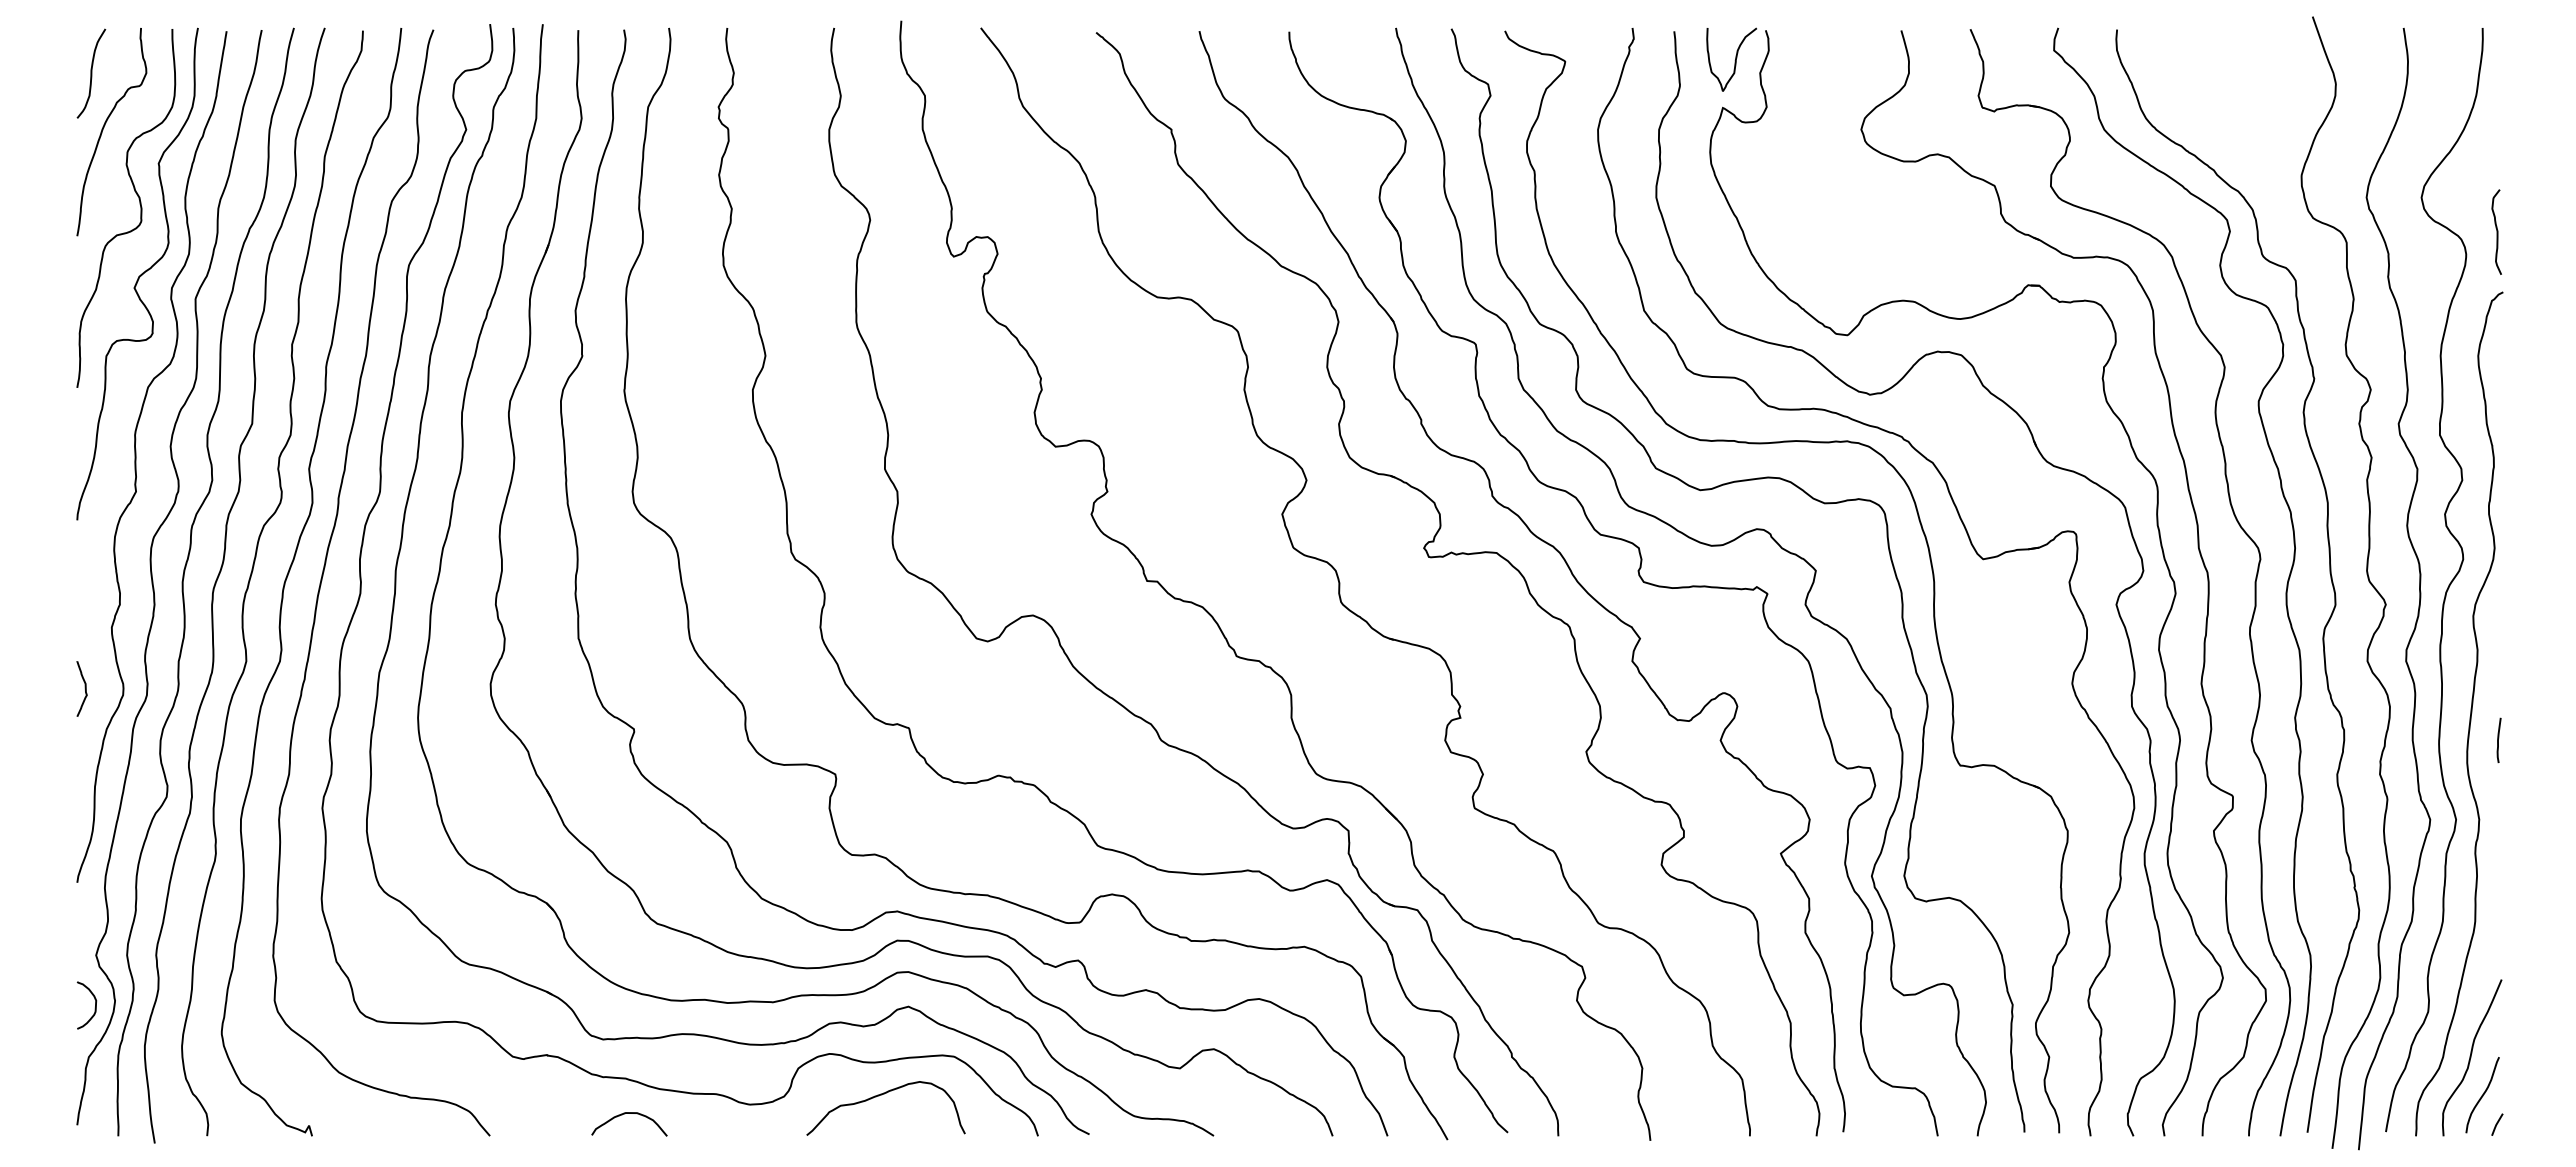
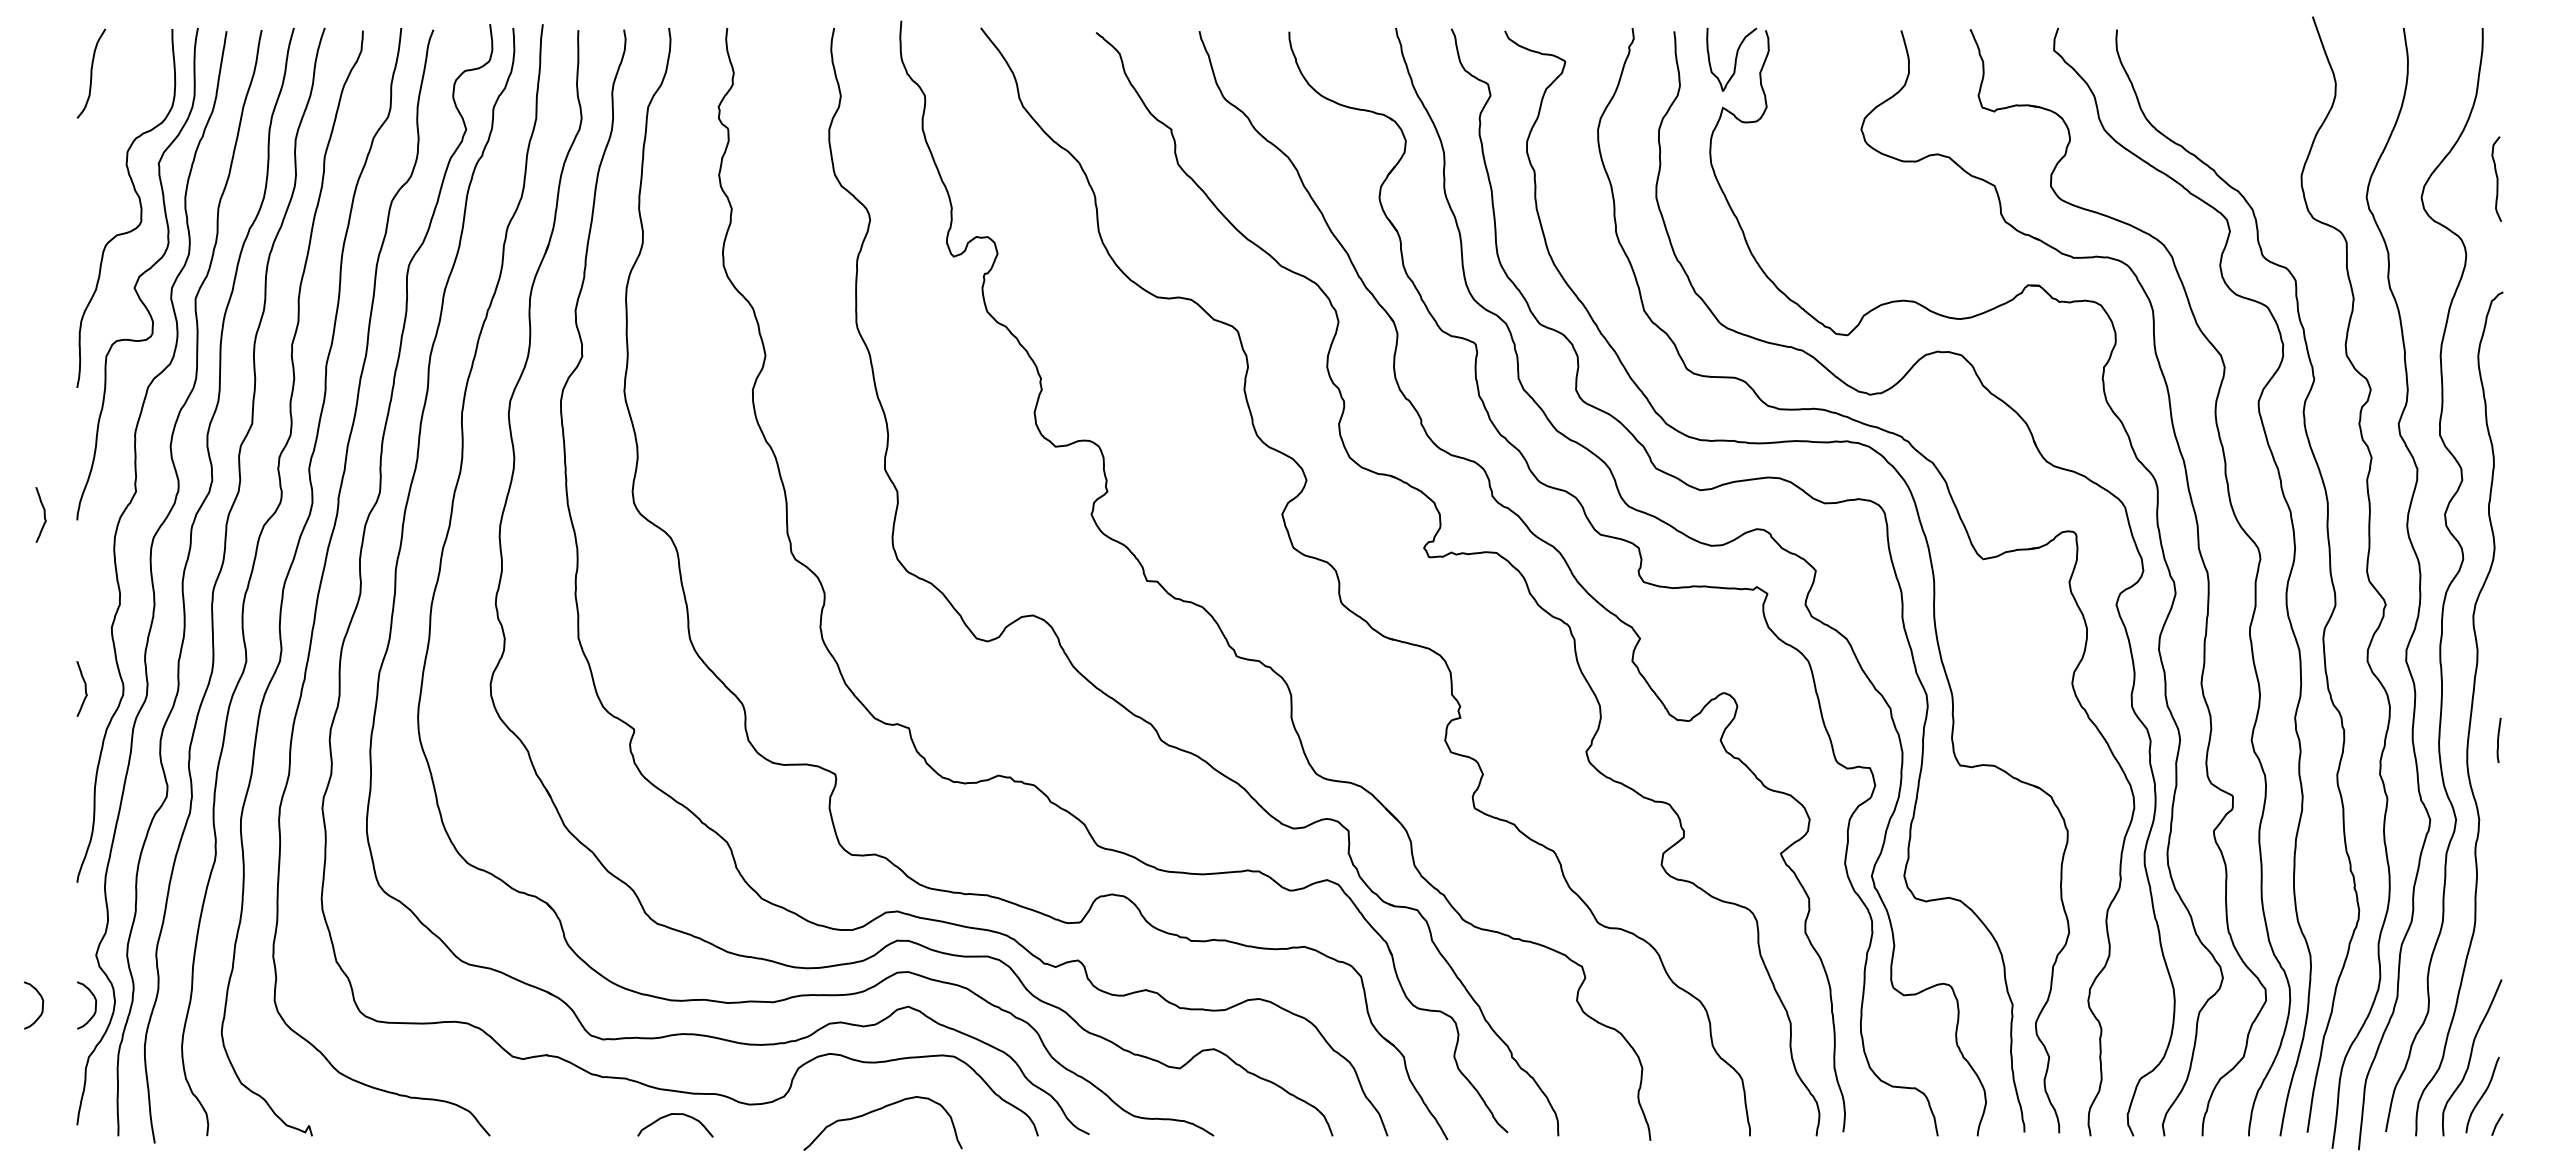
curve at (103, 130): present -> none
curve at (2496, 231) position: (2496, 231) -> (2496, 178)
curve at (43, 514): none -> present
curve at (41, 1008): none -> present
curve at (879, 1096) position: (879, 1096) -> (876, 1111)
curve at (629, 1113) position: (629, 1113) -> (675, 1114)
